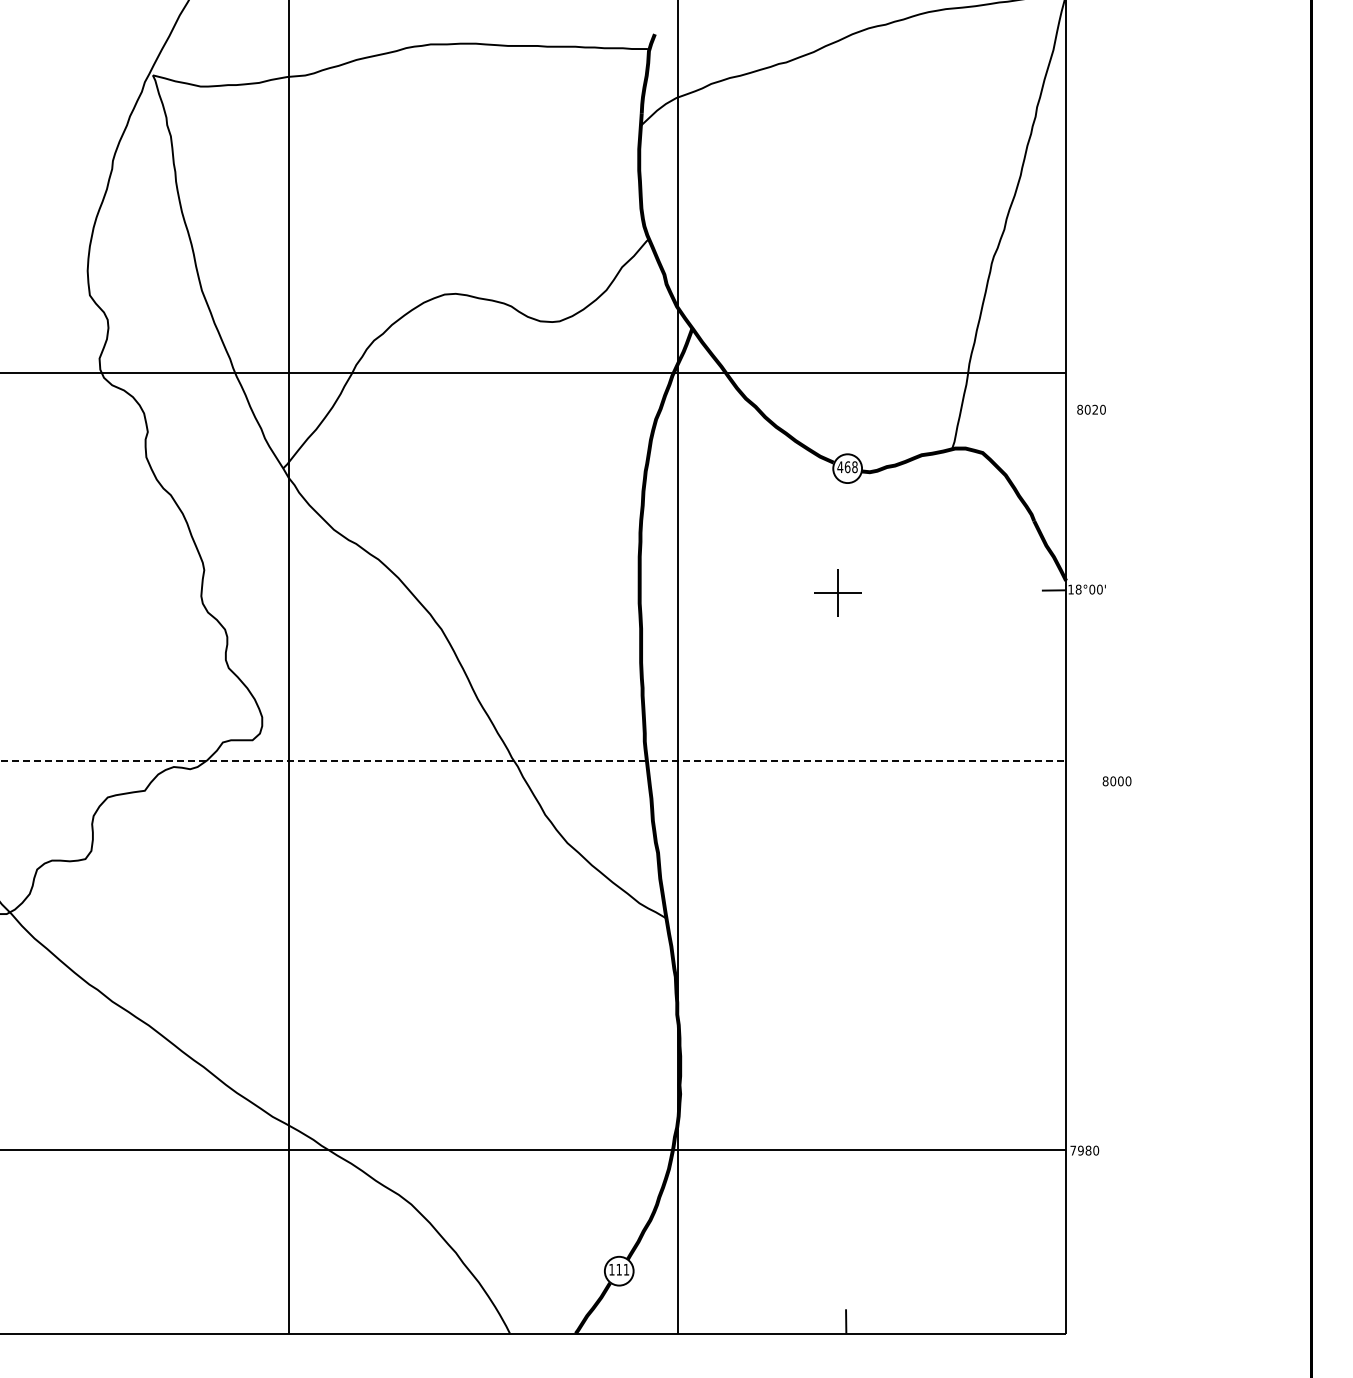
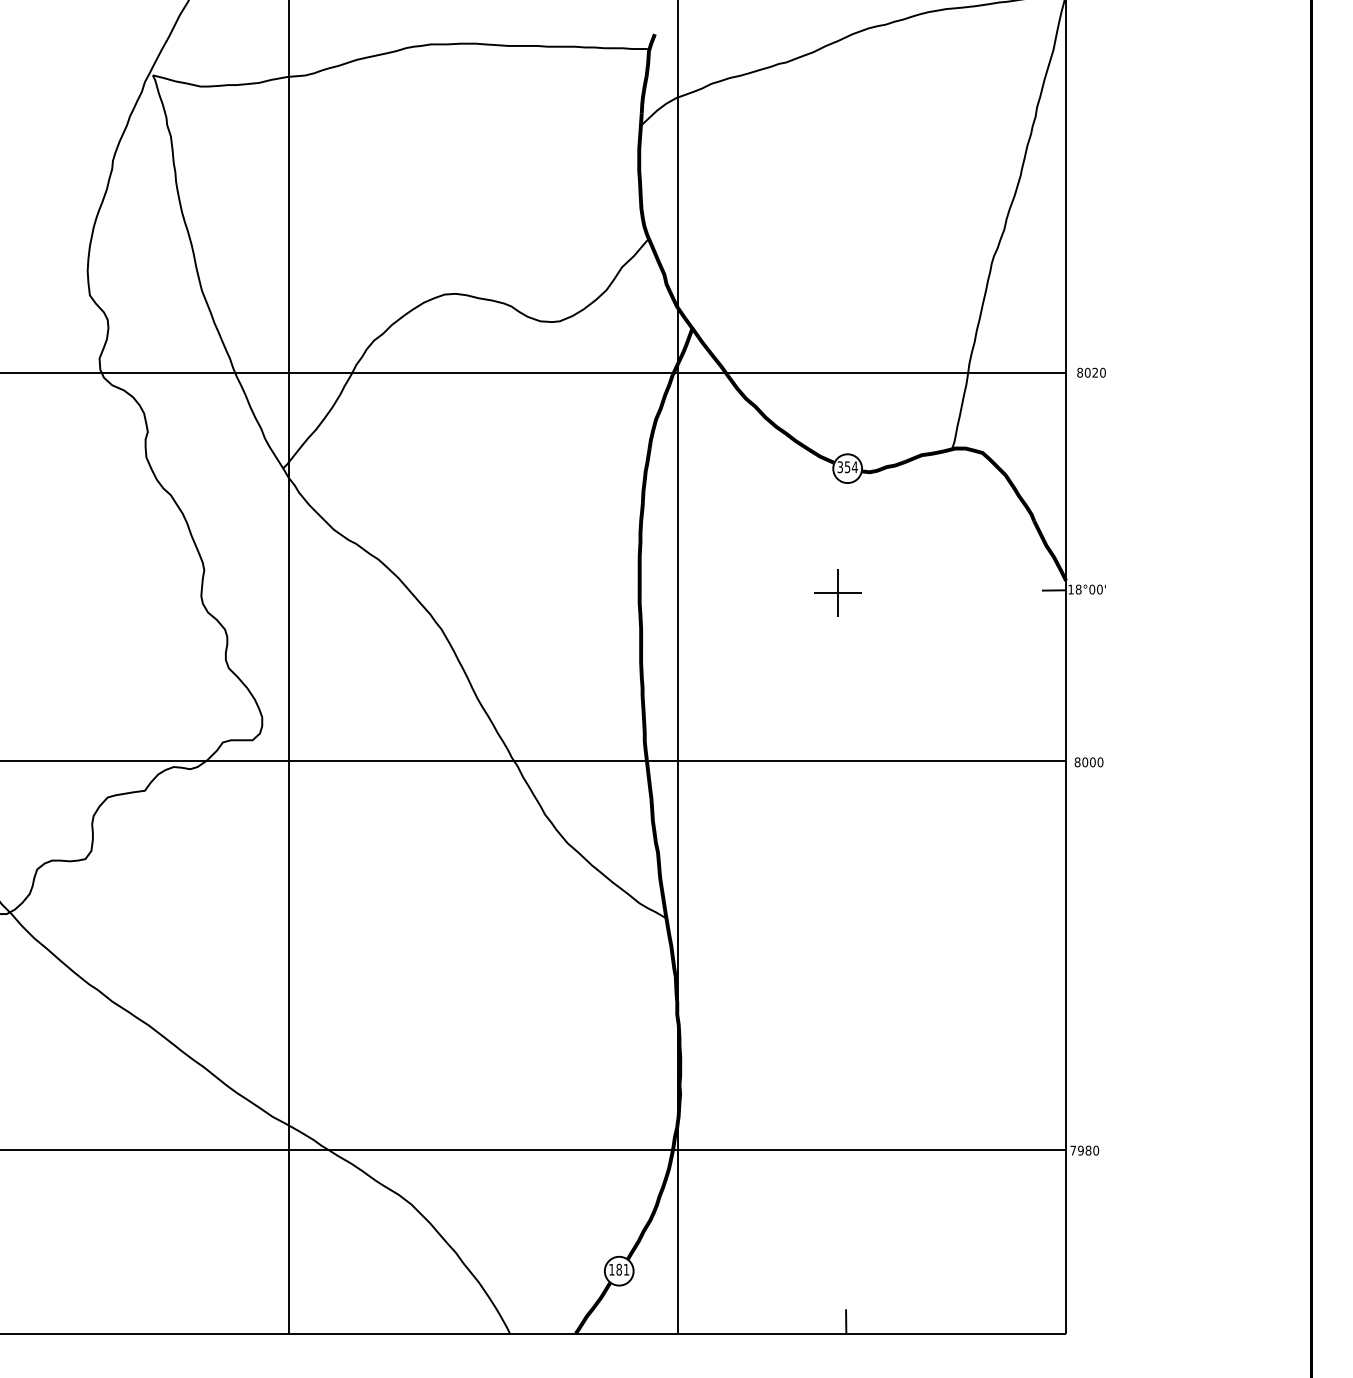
text at (1091, 409) position: (1091, 409) -> (1091, 372)
text at (847, 467): 468 -> 354
line at (533, 761): dashed -> solid
text at (1116, 781) position: (1116, 781) -> (1088, 762)
text at (618, 1269): 111 -> 181
